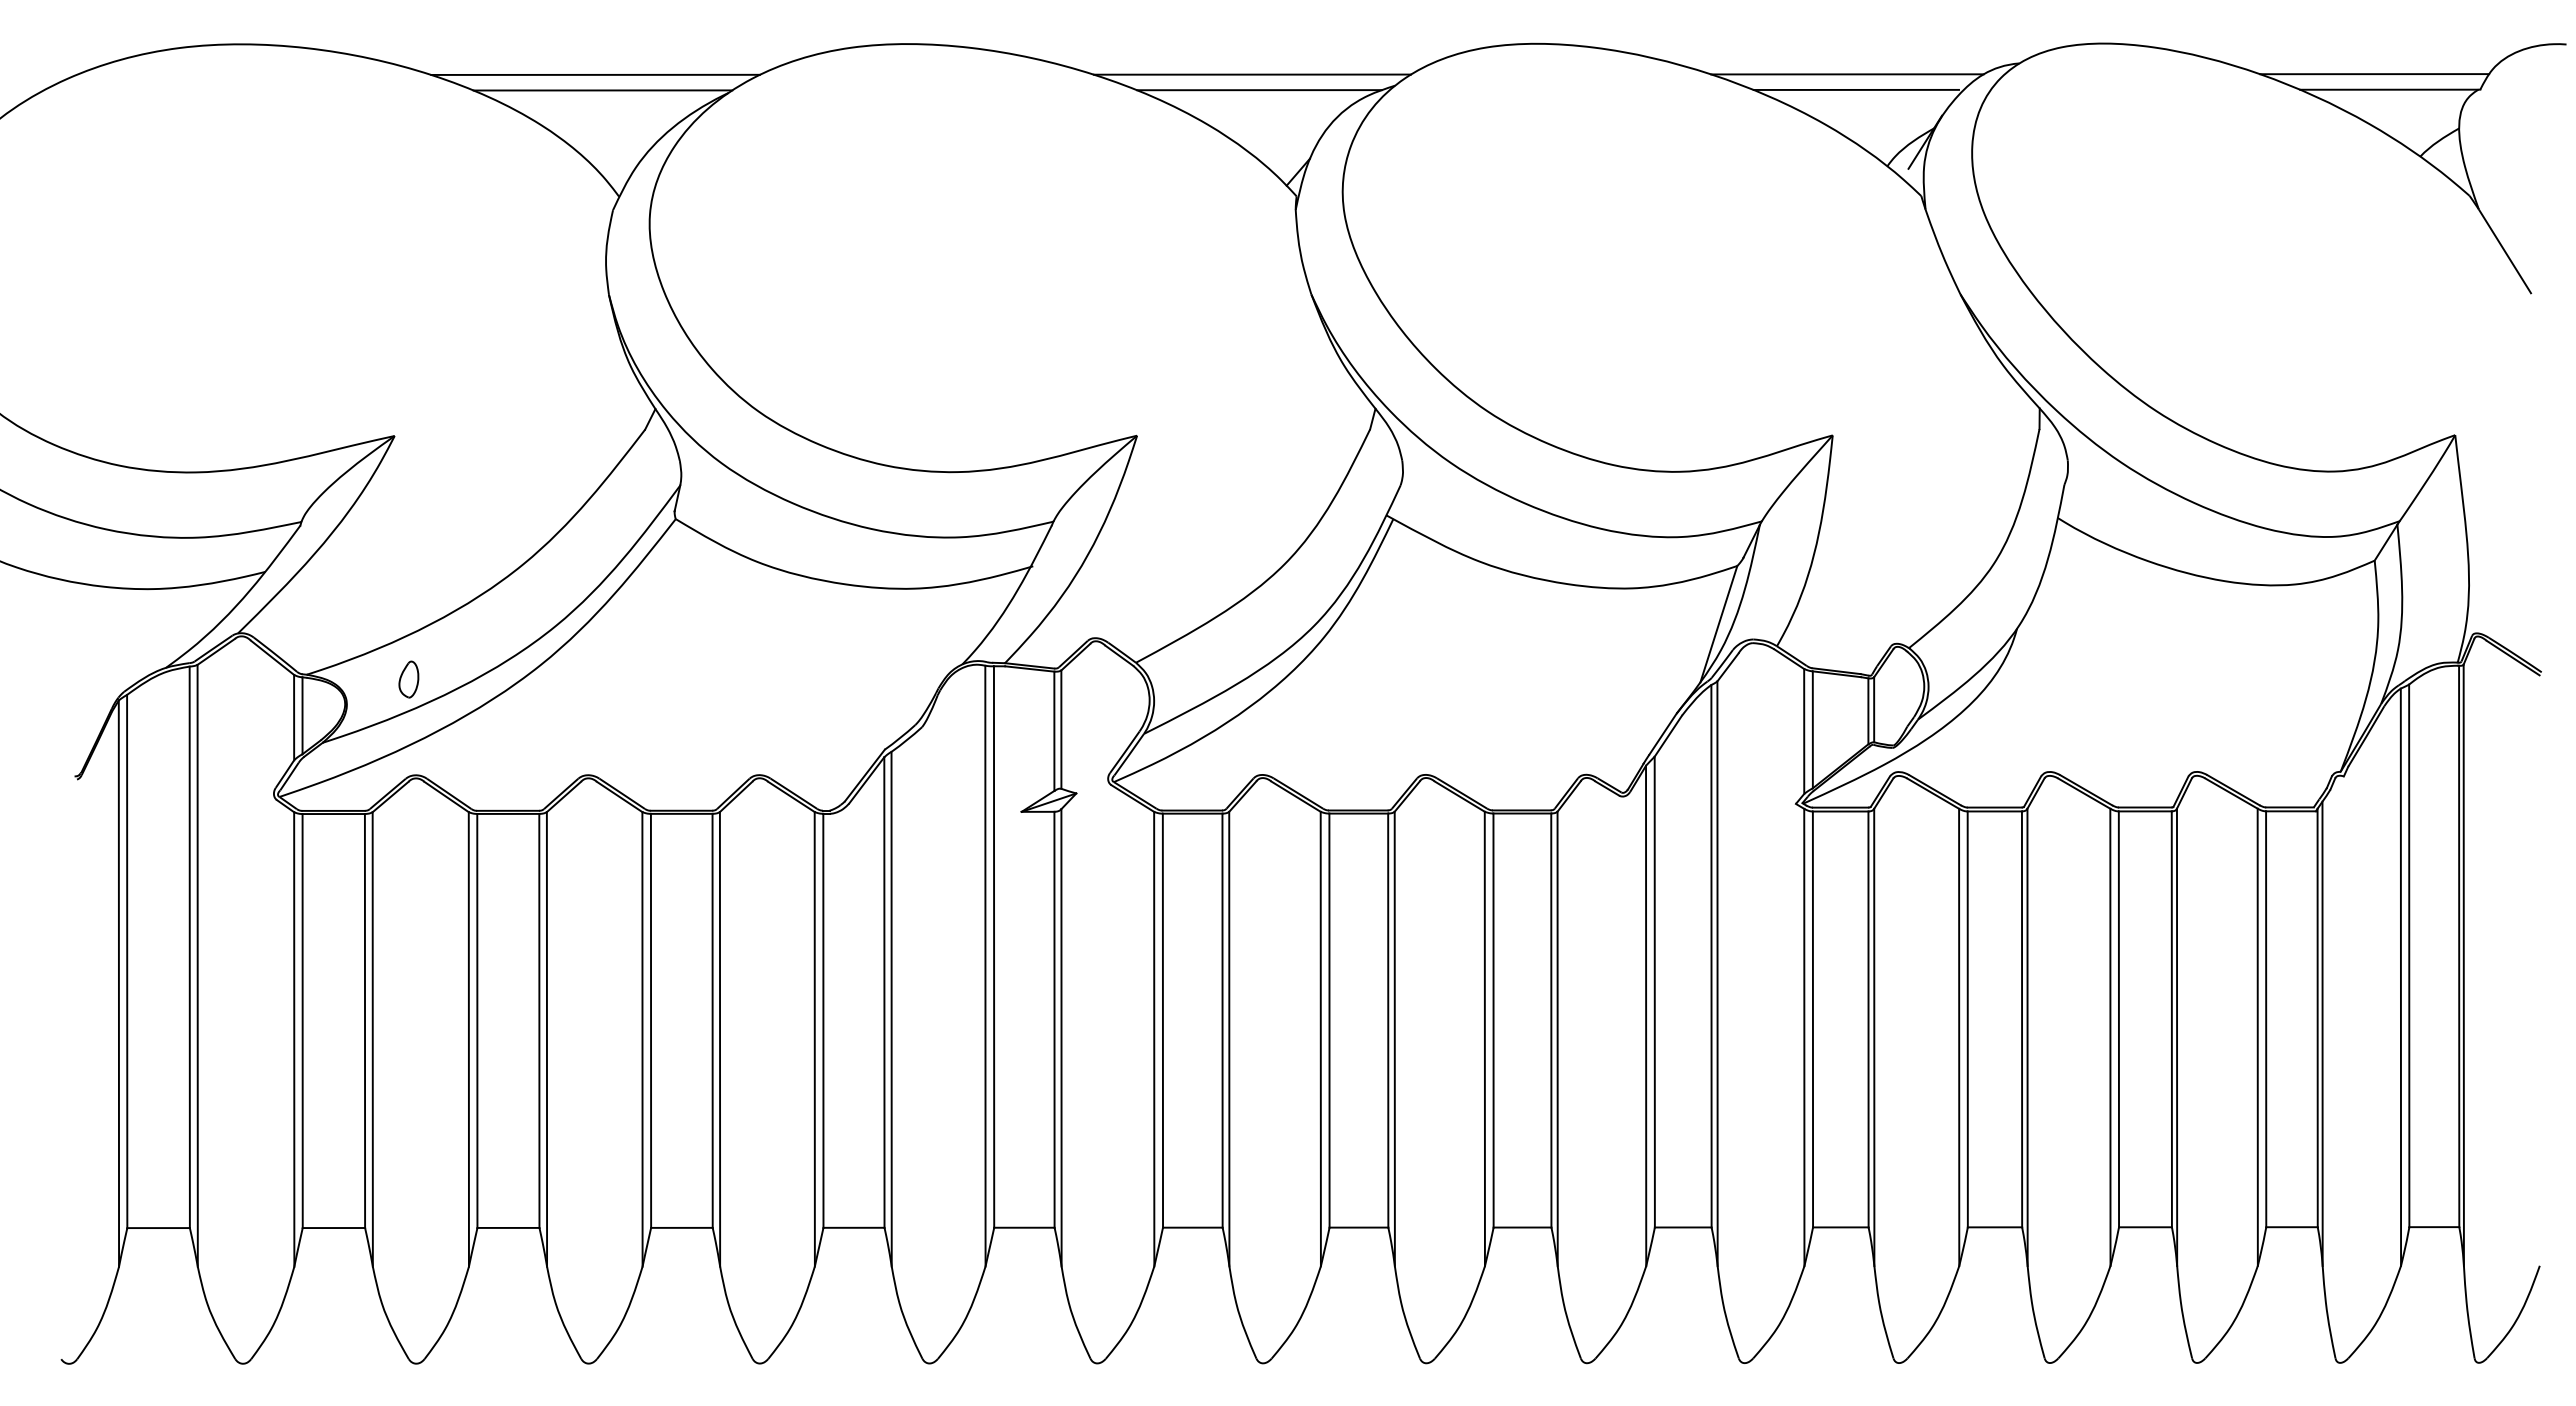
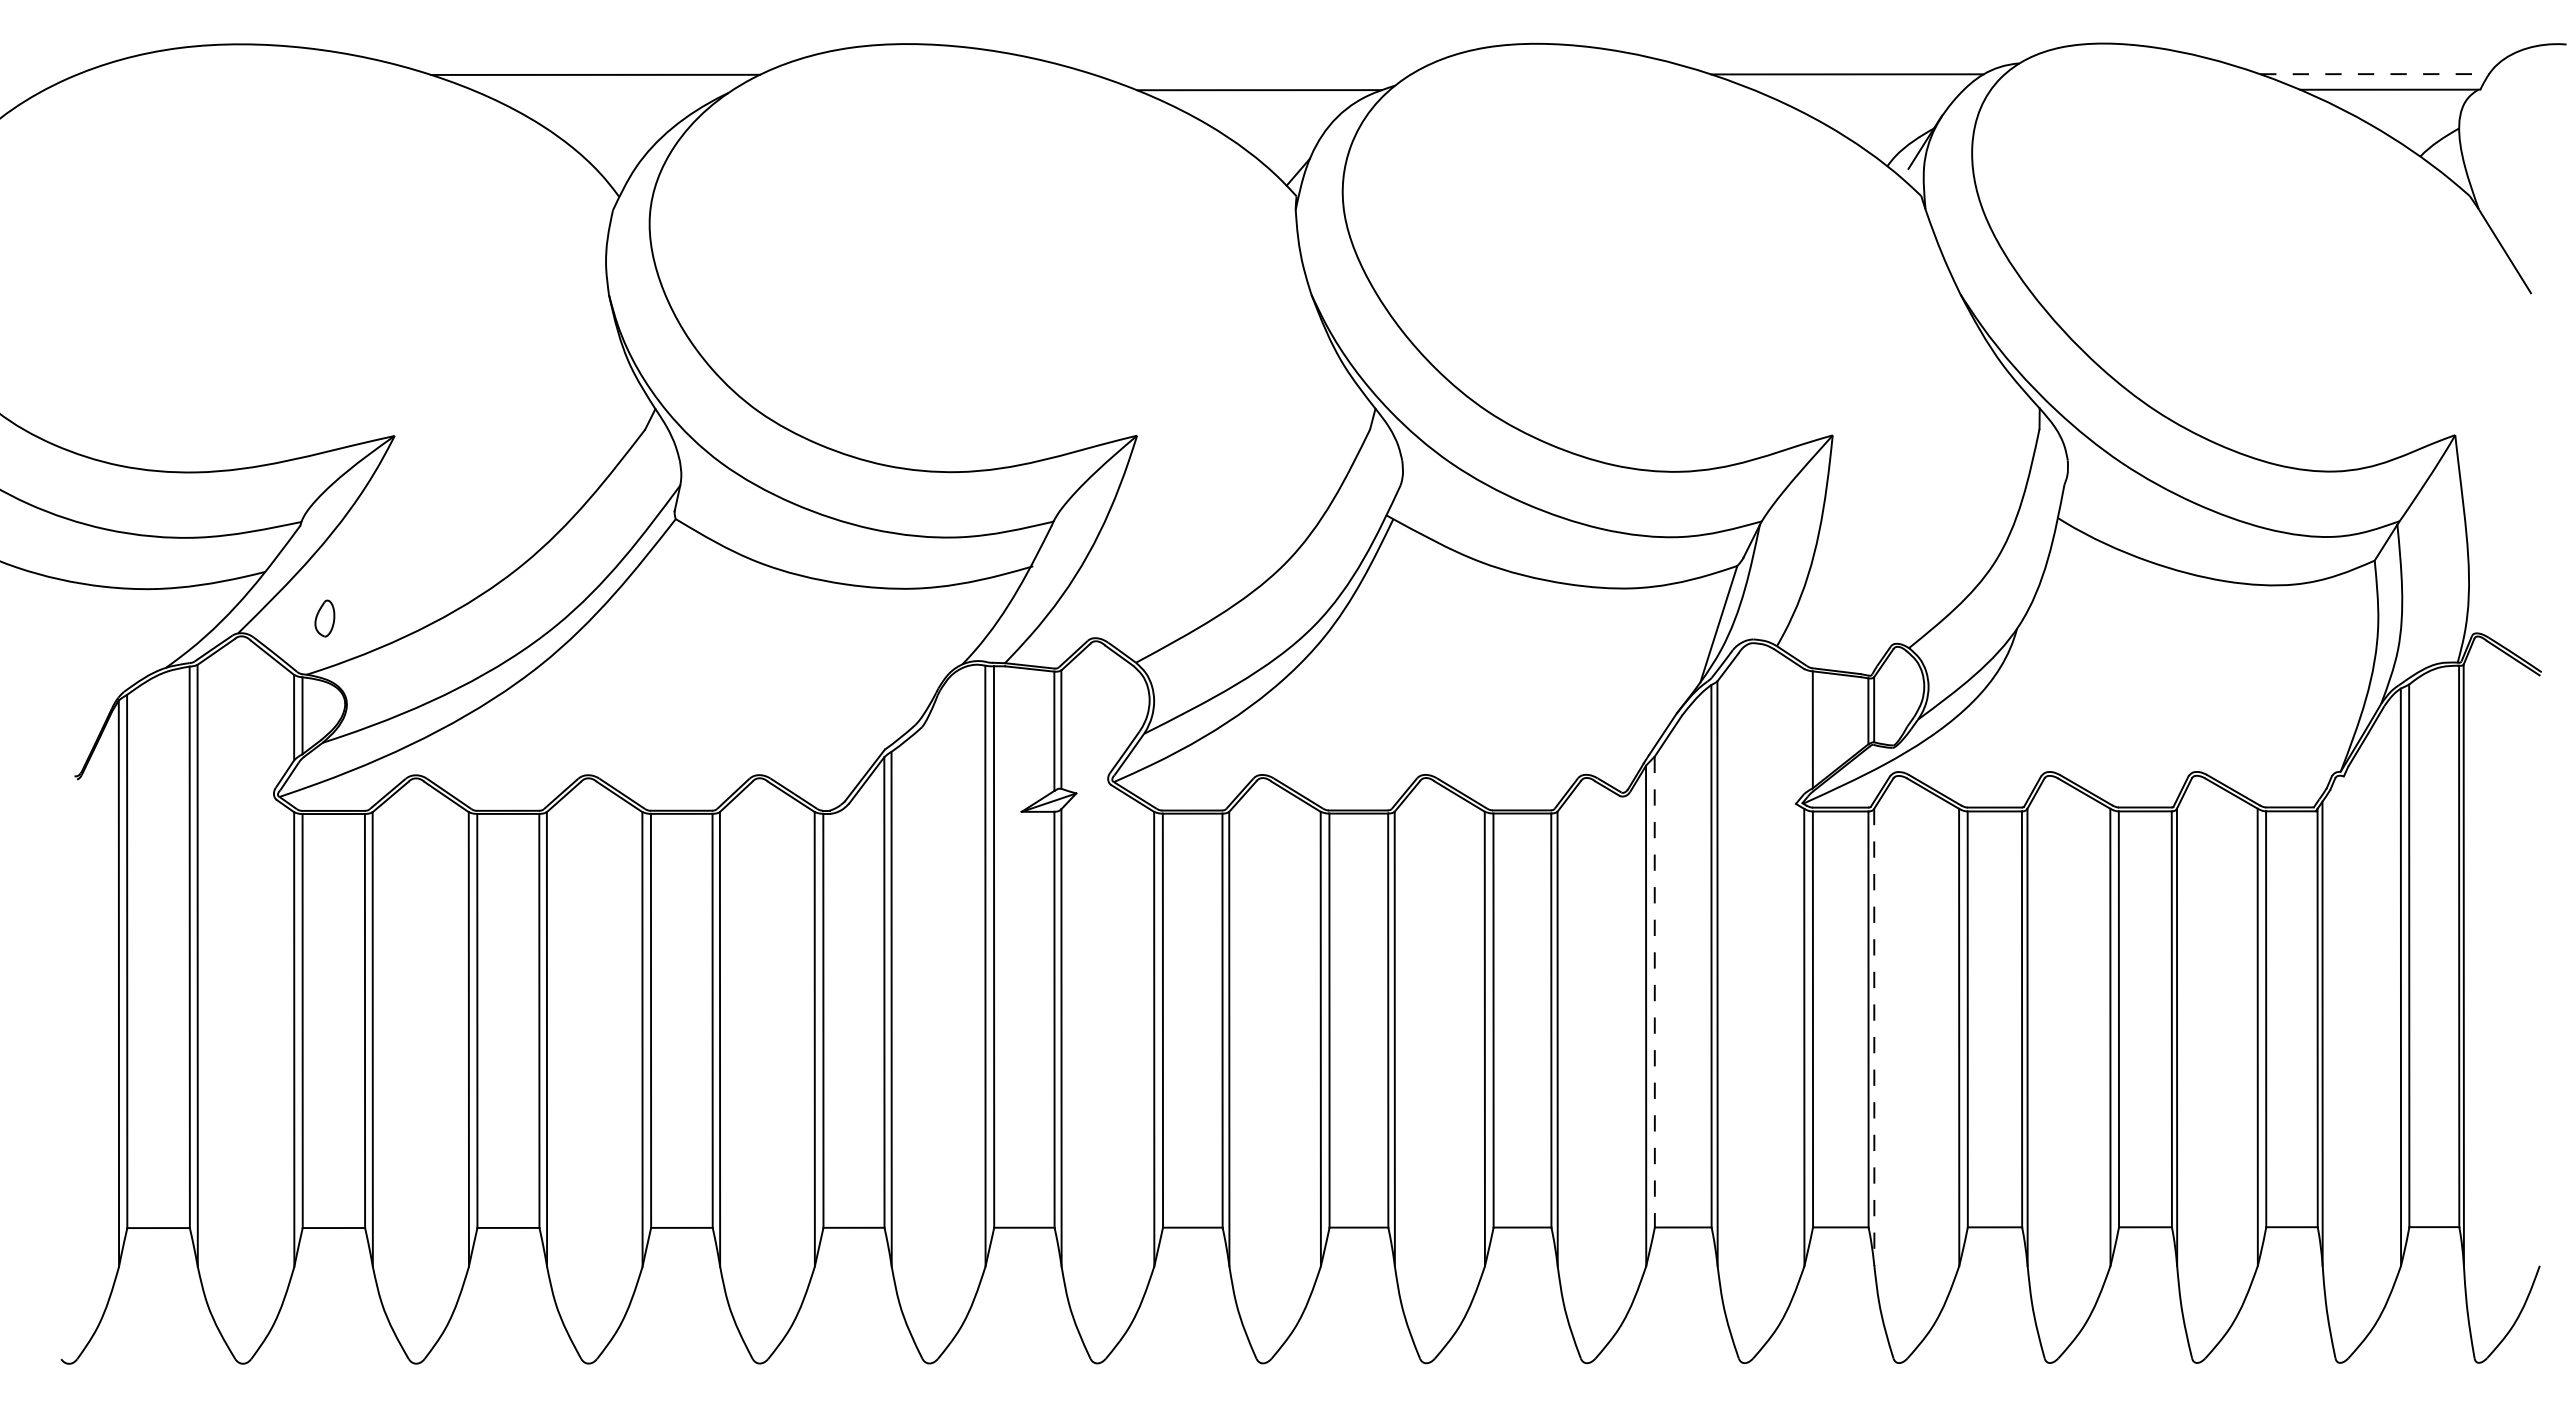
line at (1251, 74): present -> none
line at (2374, 74): solid -> dashed
line at (1855, 89): present -> none
line at (602, 90): present -> none
part at (408, 679) position: (408, 679) -> (324, 618)
line at (1804, 731): present -> none
line at (1654, 992): solid -> dashed
line at (1874, 1037): solid -> dashed
